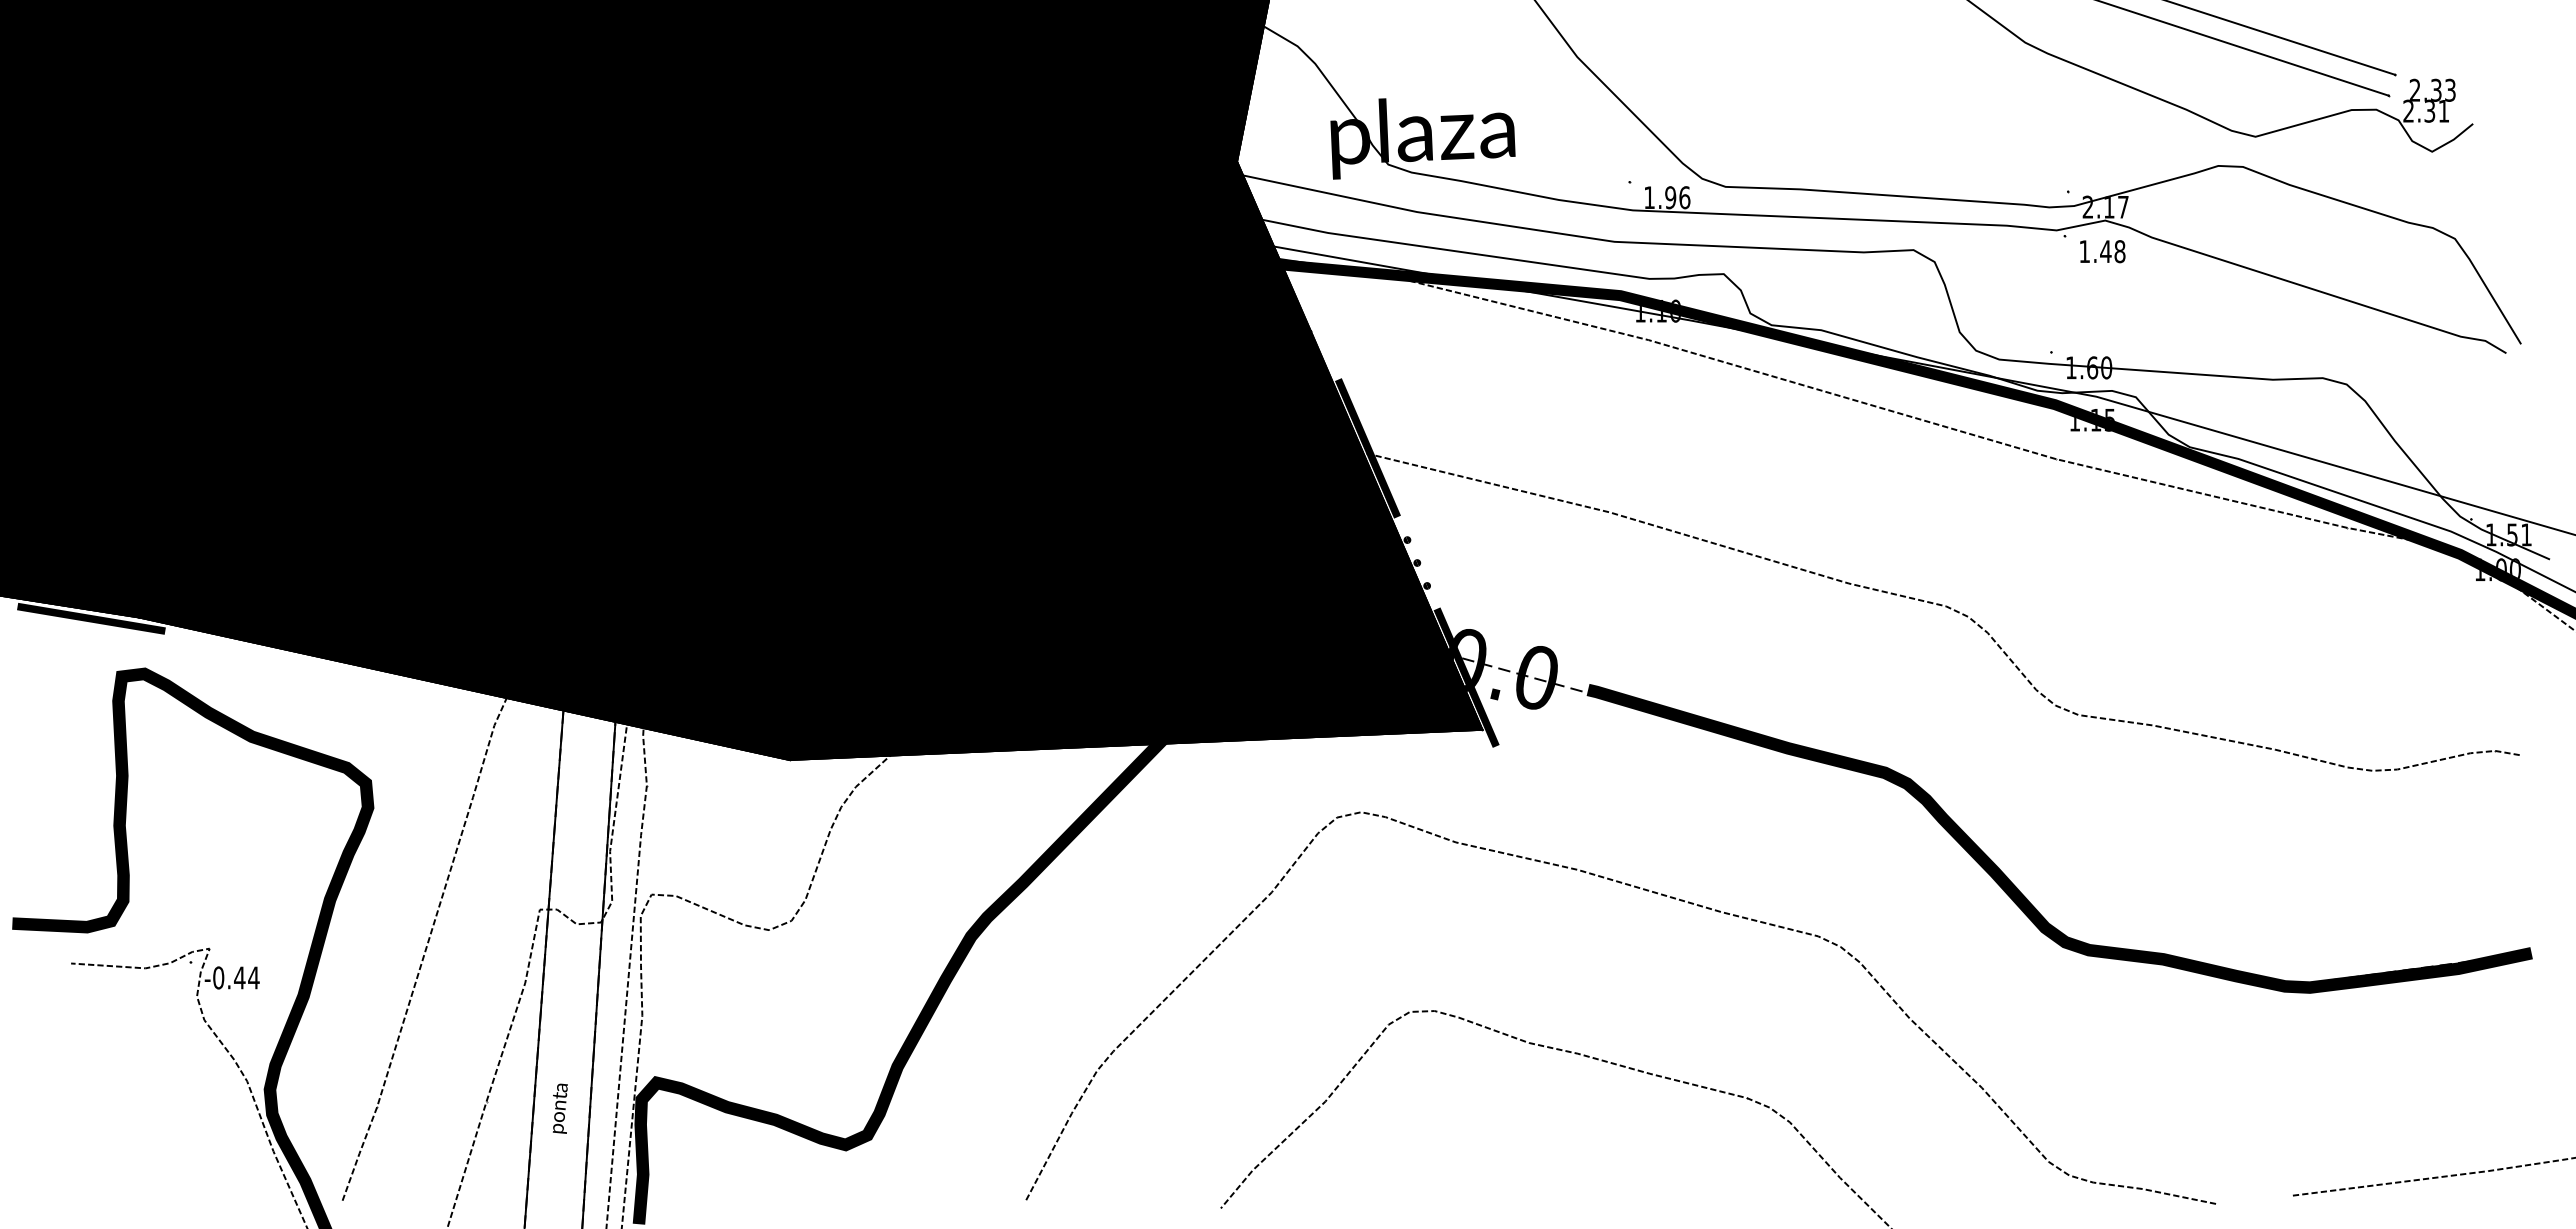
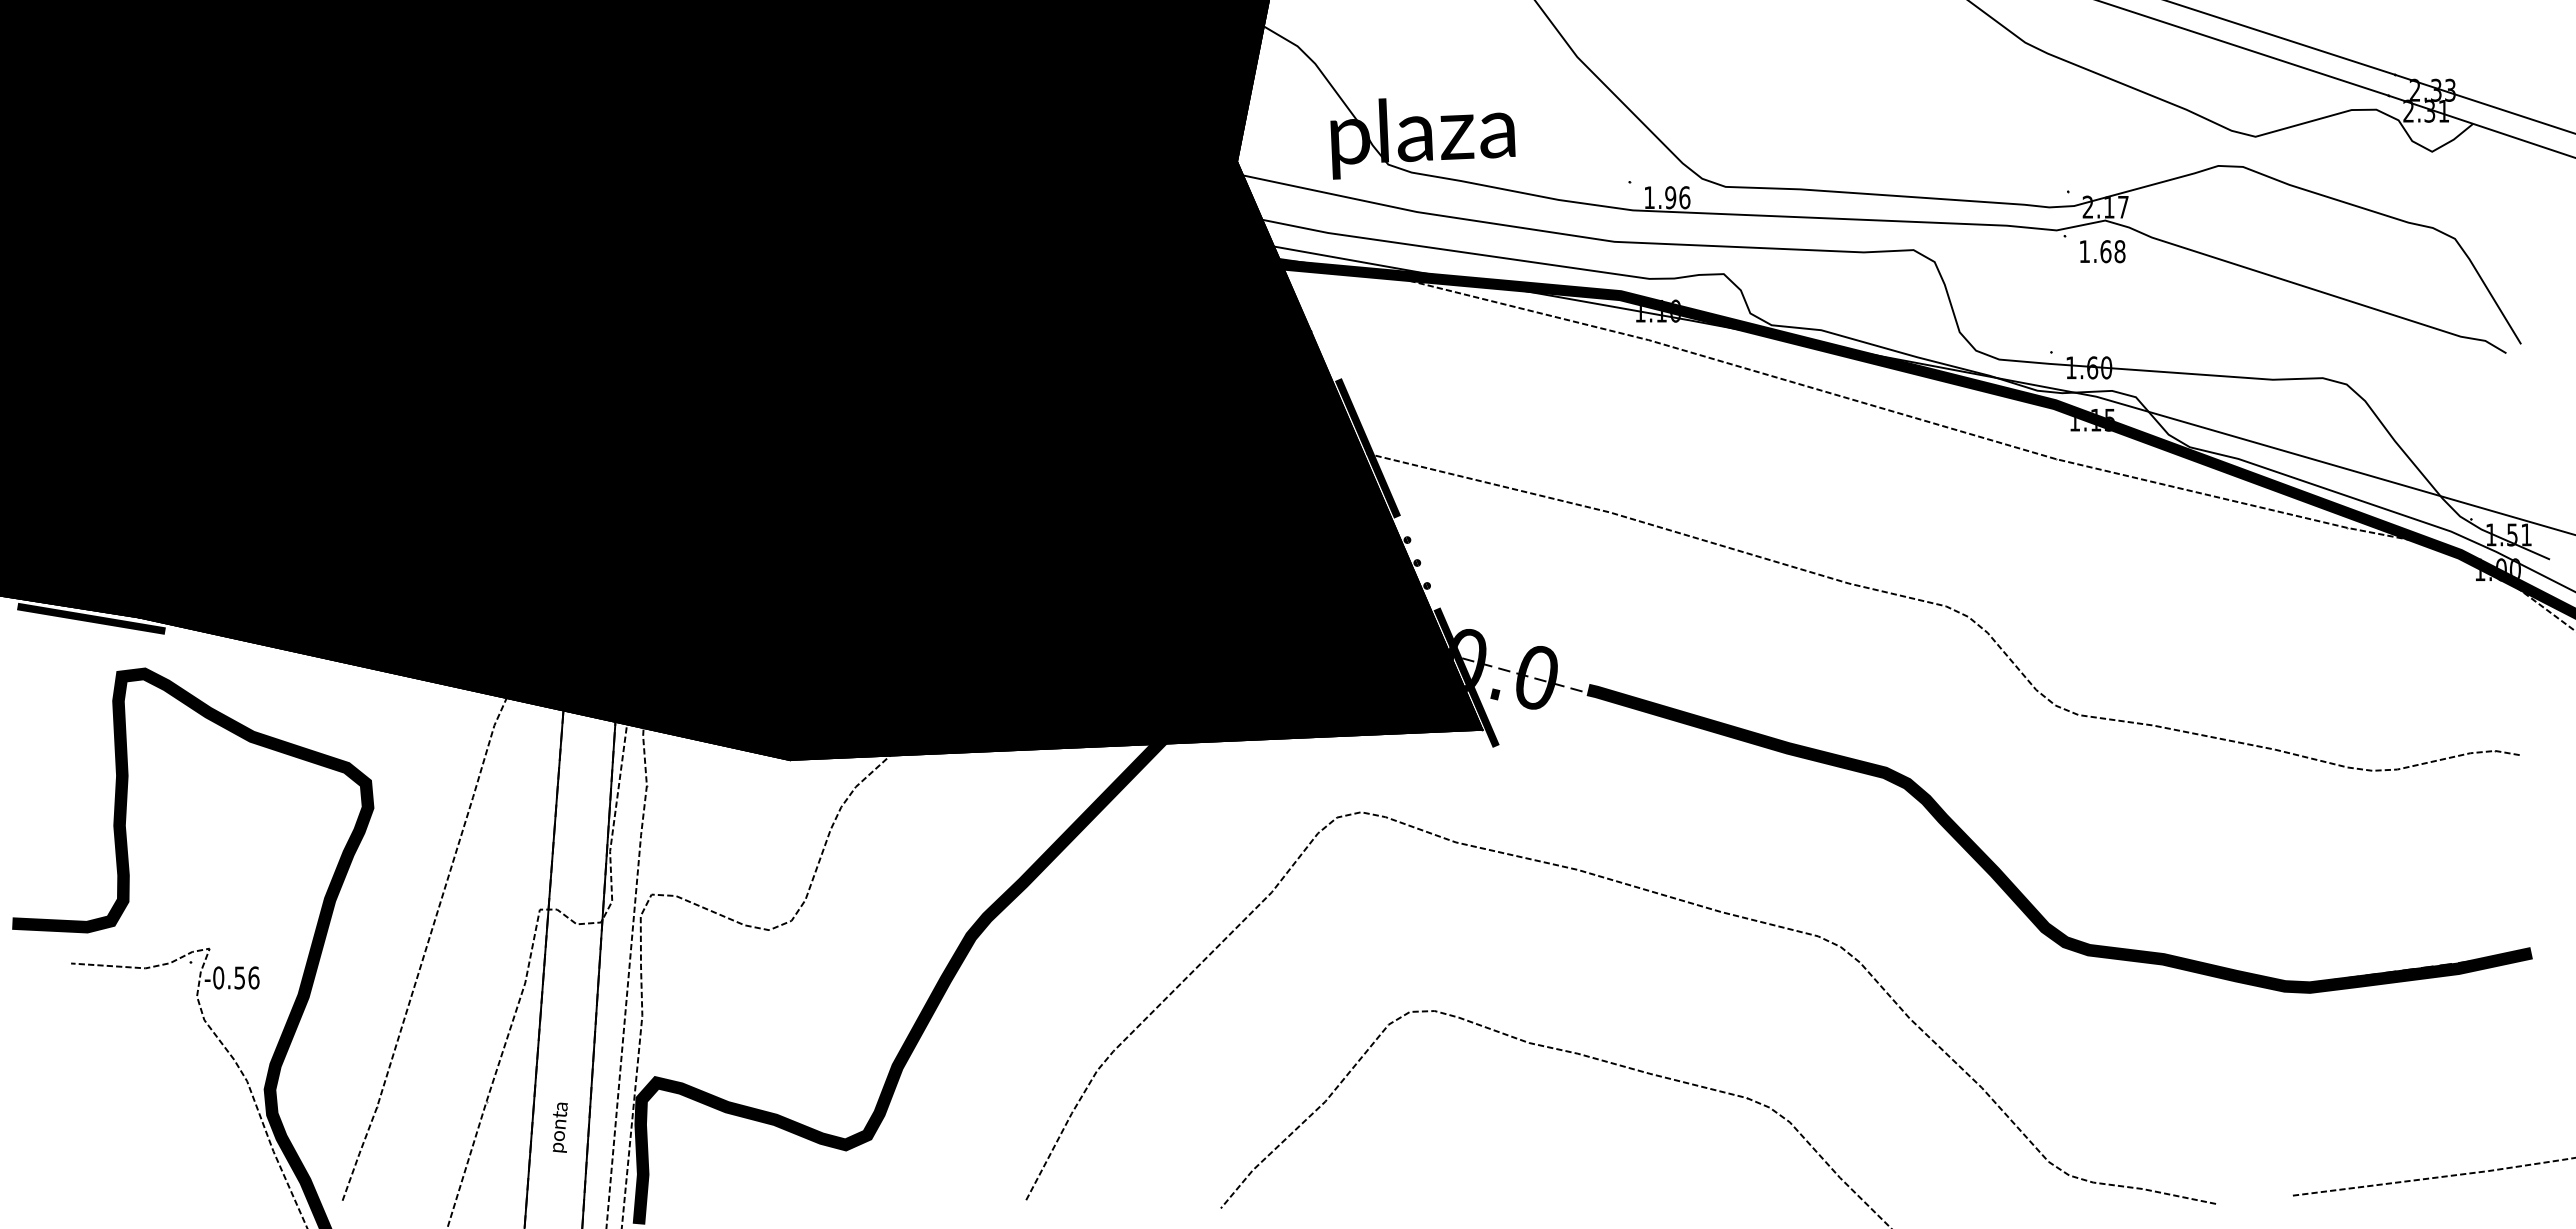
line at (2483, 103): none -> present
line at (2480, 126): none -> present
text at (2105, 251): 1.48 -> 1.68
text at (246, 977): -0.44 -> -0.56
text at (560, 1108) position: (560, 1108) -> (560, 1127)
